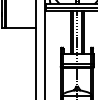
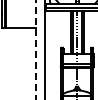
line at (36, 49): solid -> dashed
